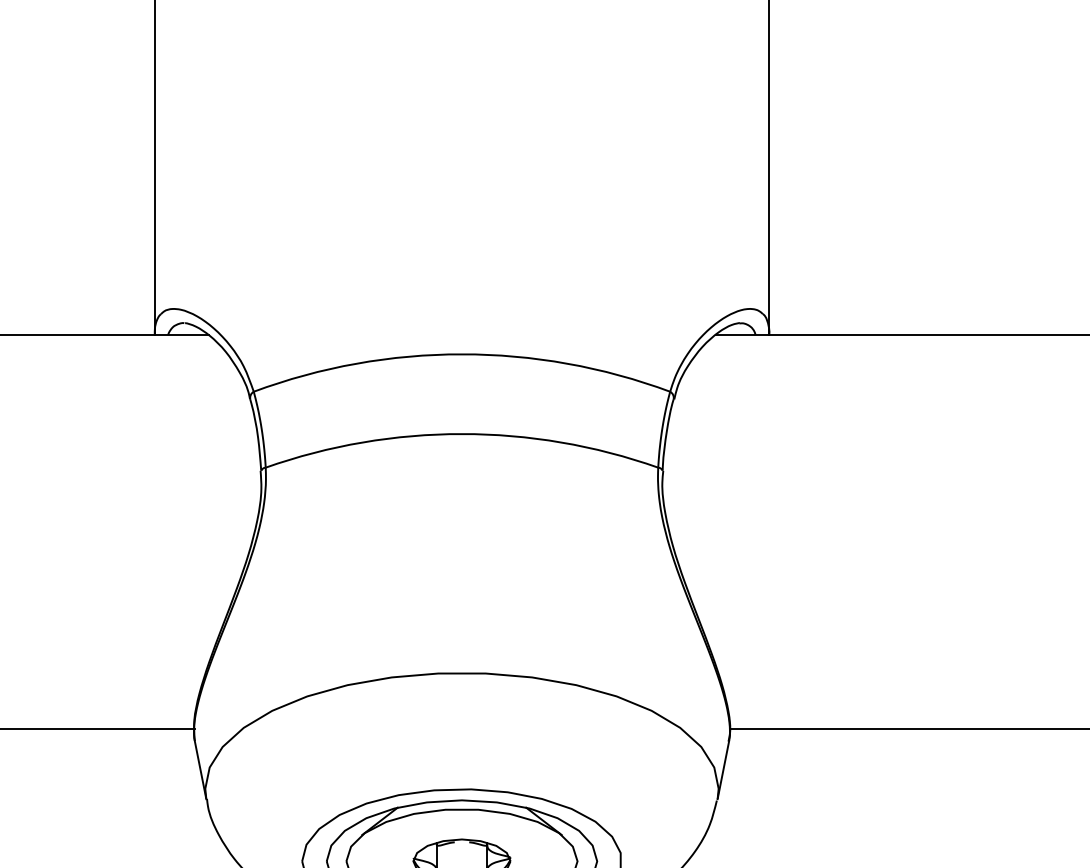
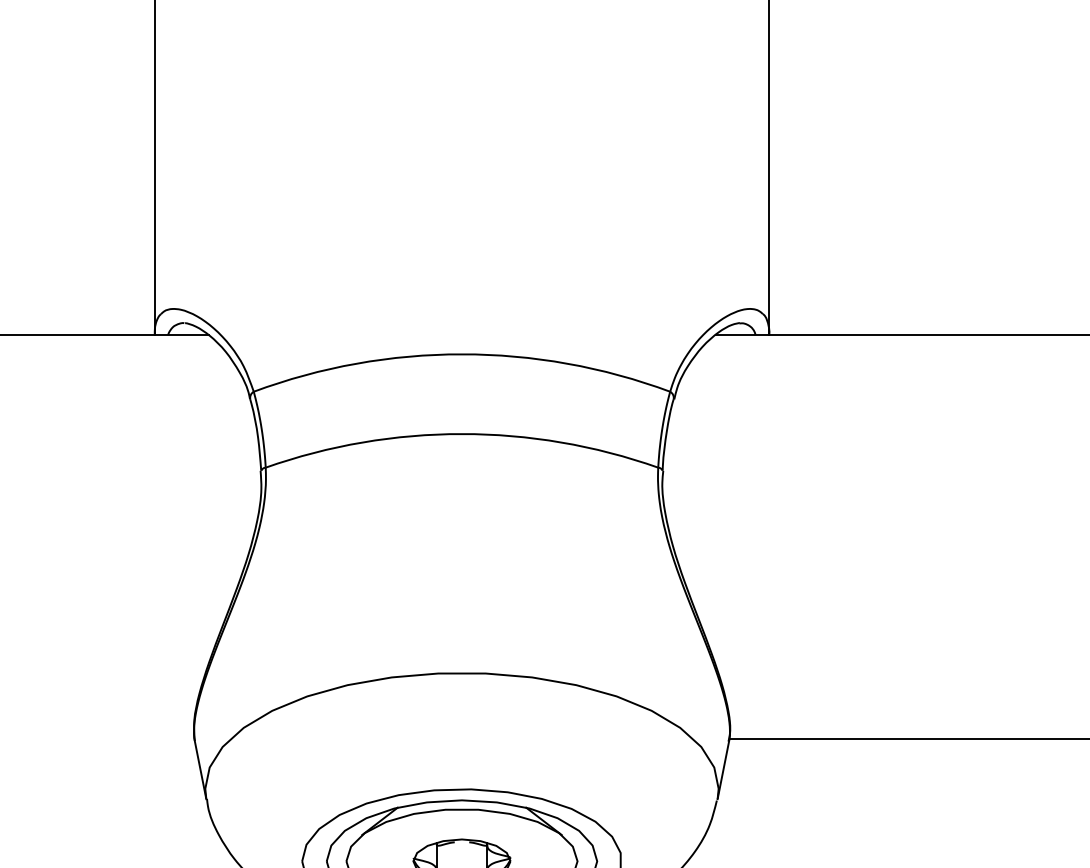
line at (98, 728): present -> none
line at (907, 728) position: (907, 728) -> (907, 738)
